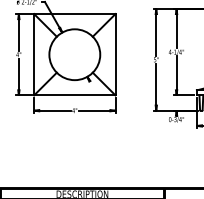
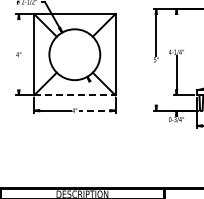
line at (176, 28): present -> none
line at (18, 32): present -> none
line at (18, 76): present -> none
line at (156, 86): present -> none
line at (74, 95): solid -> dashed
line at (96, 110): solid -> dashed
